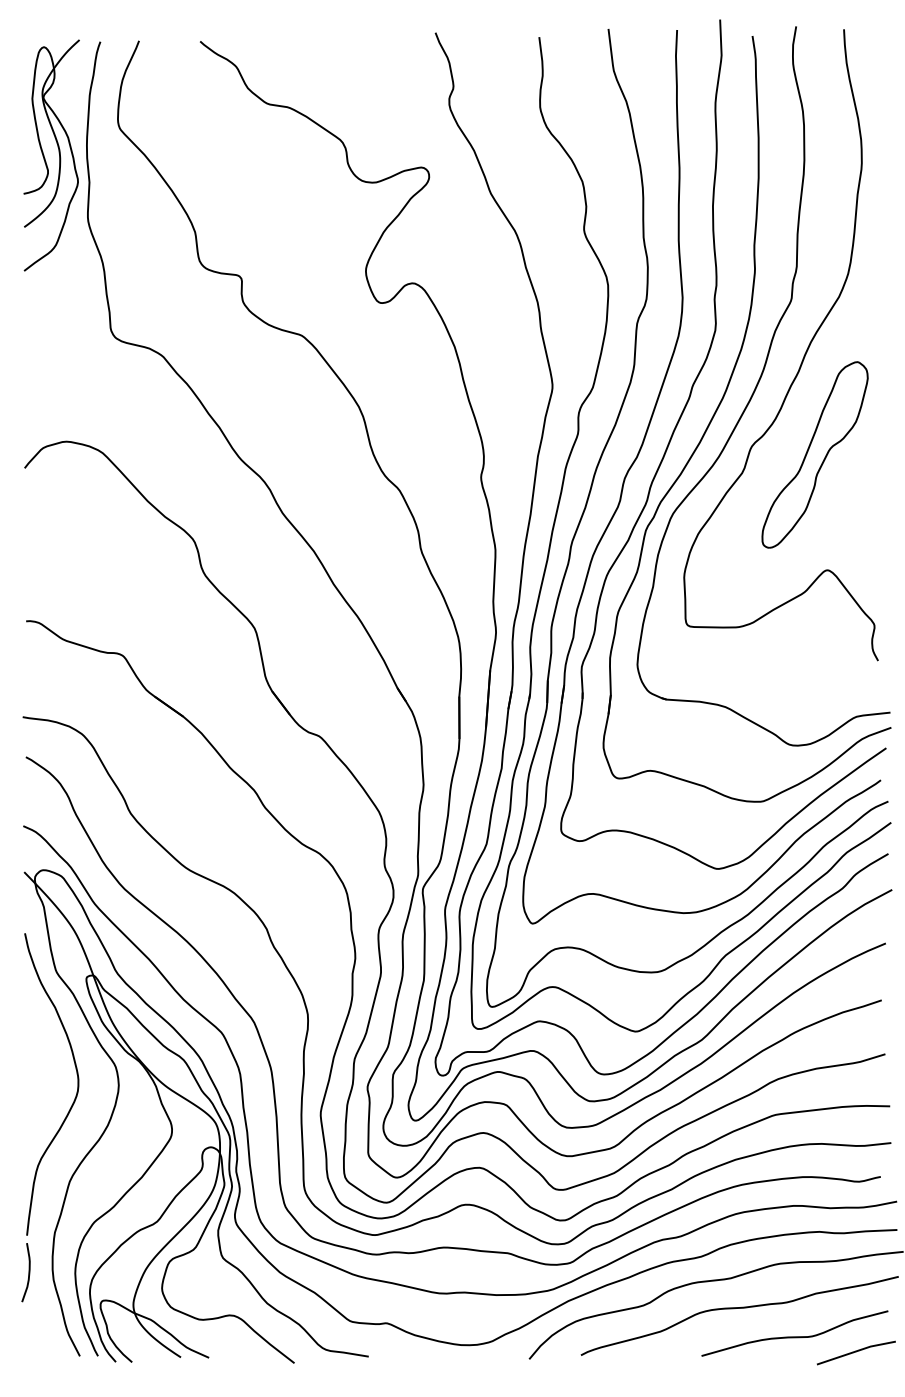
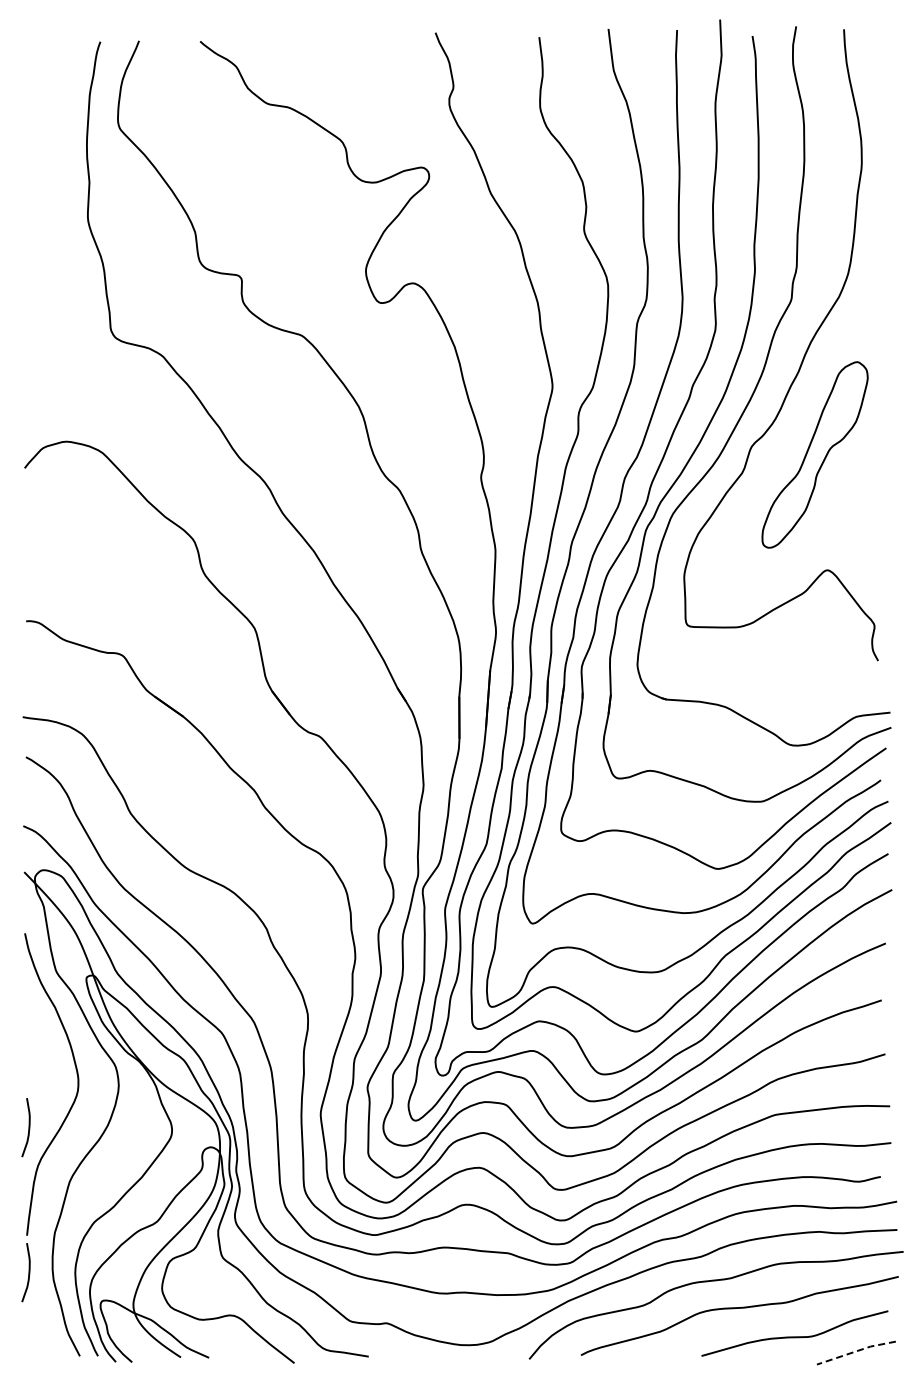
part at (45, 158): present -> none
curve at (28, 1127): none -> present
line at (856, 1351): solid -> dashed
